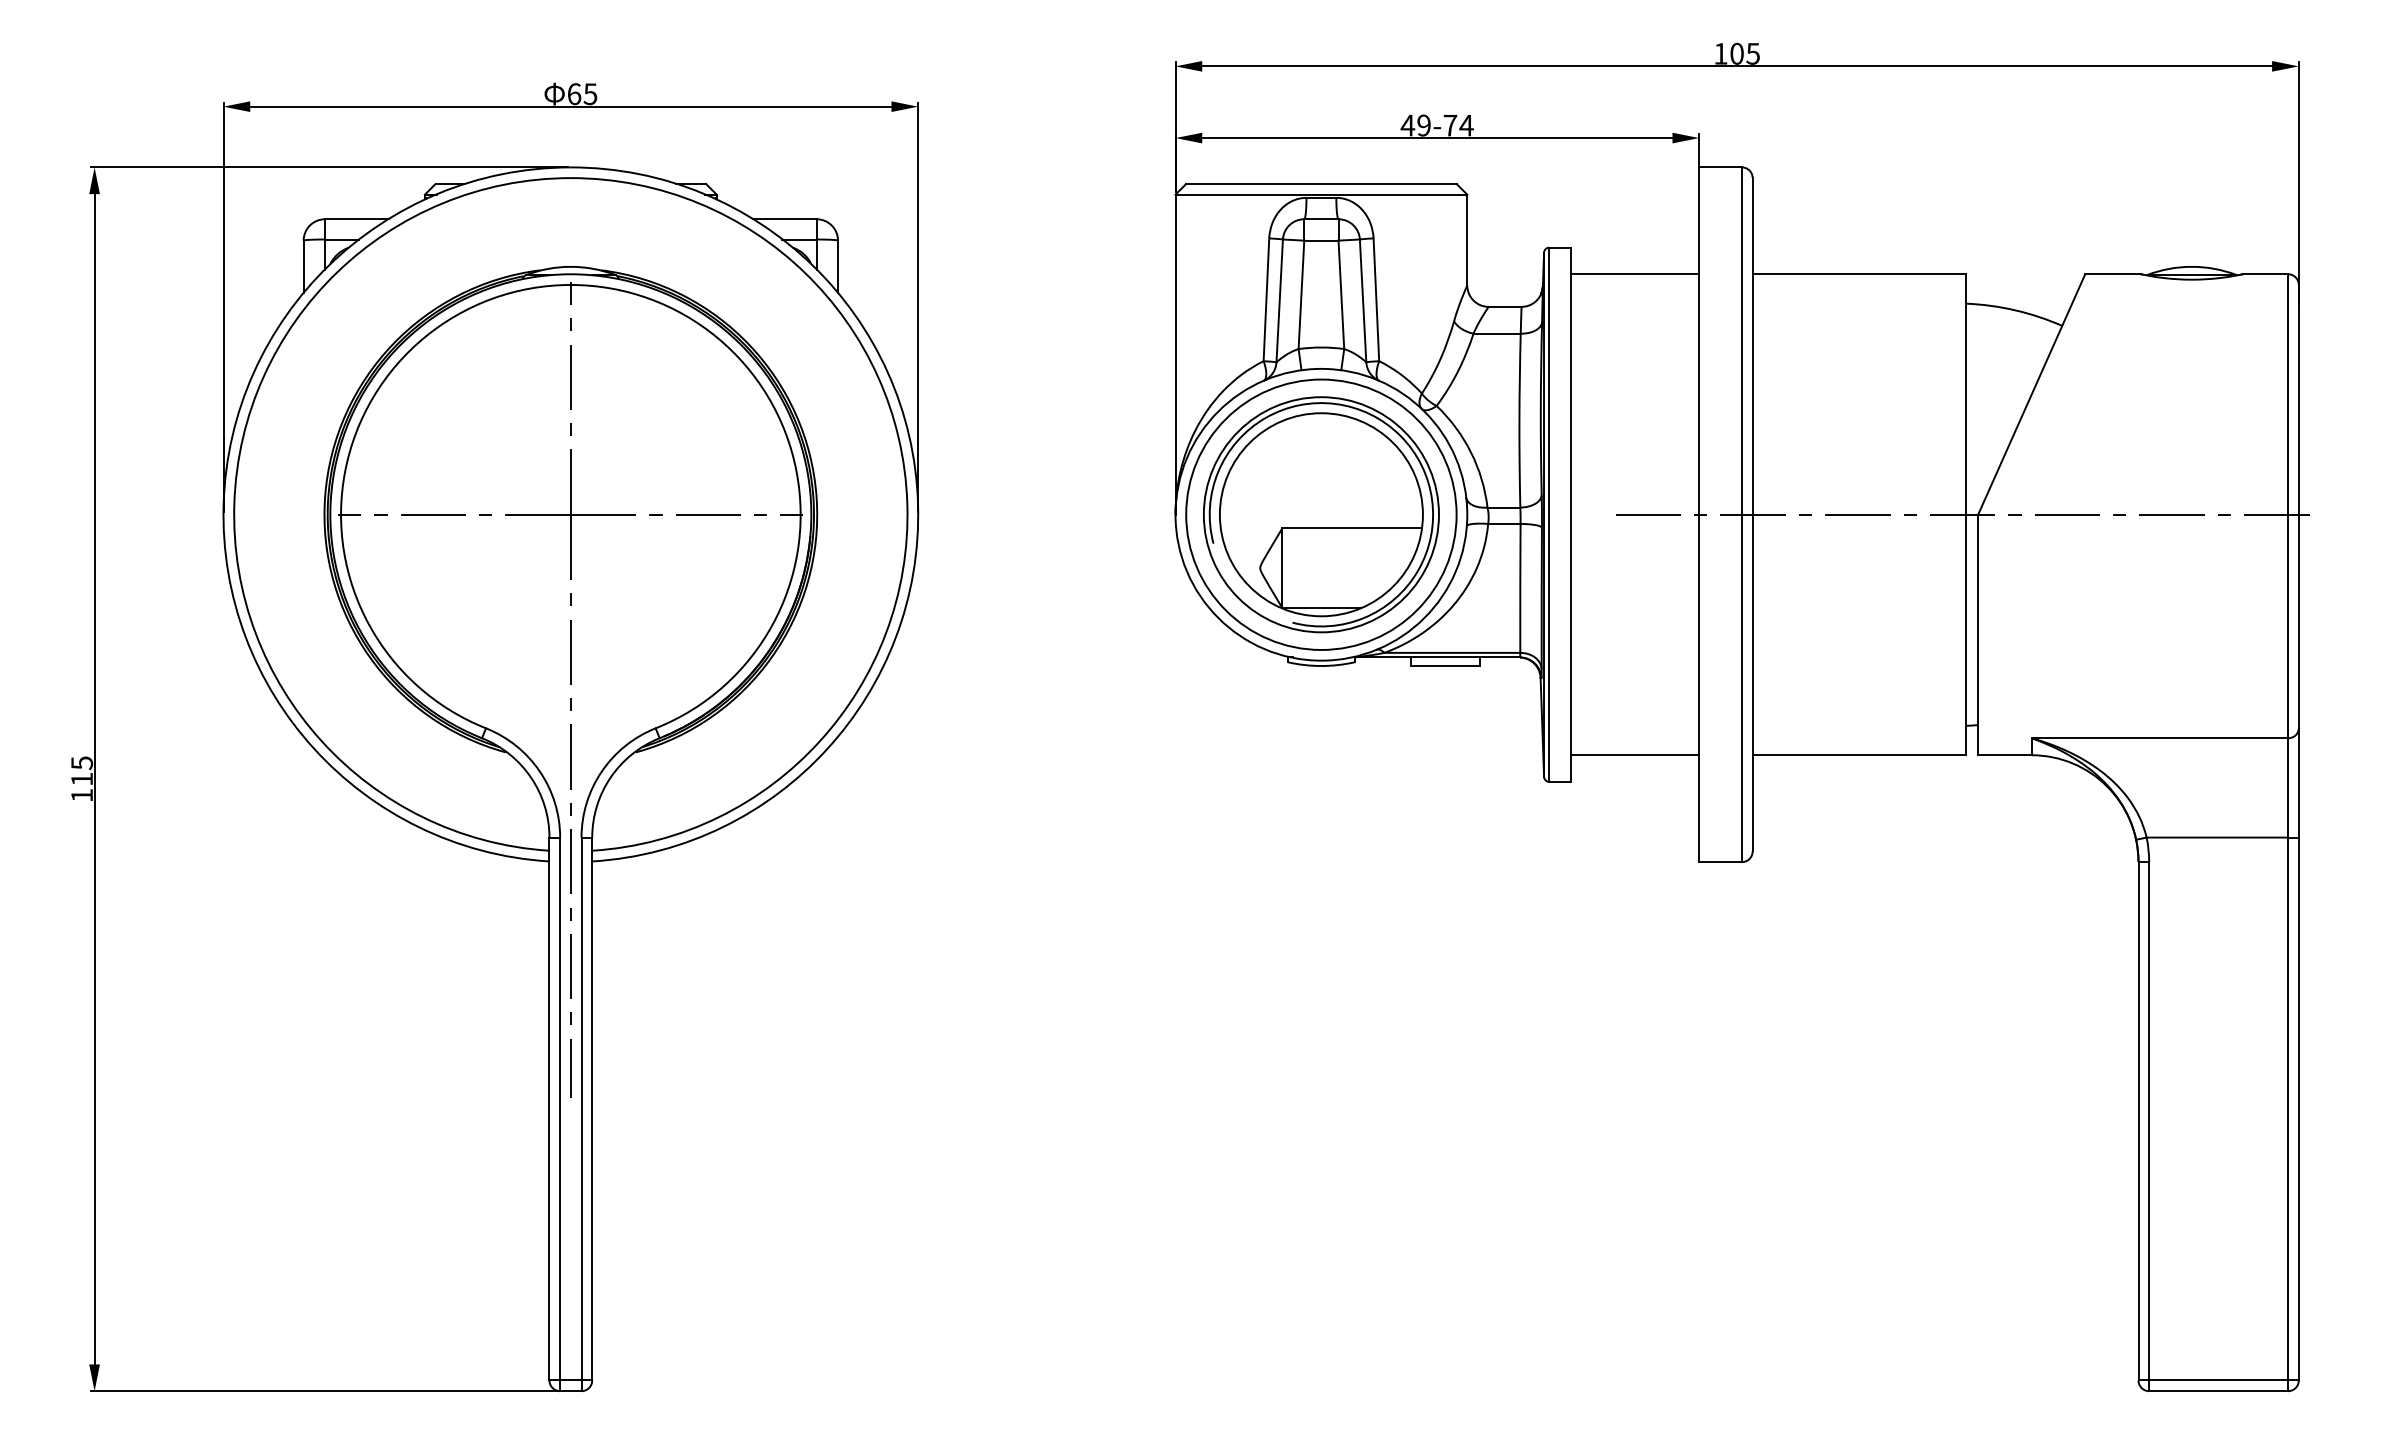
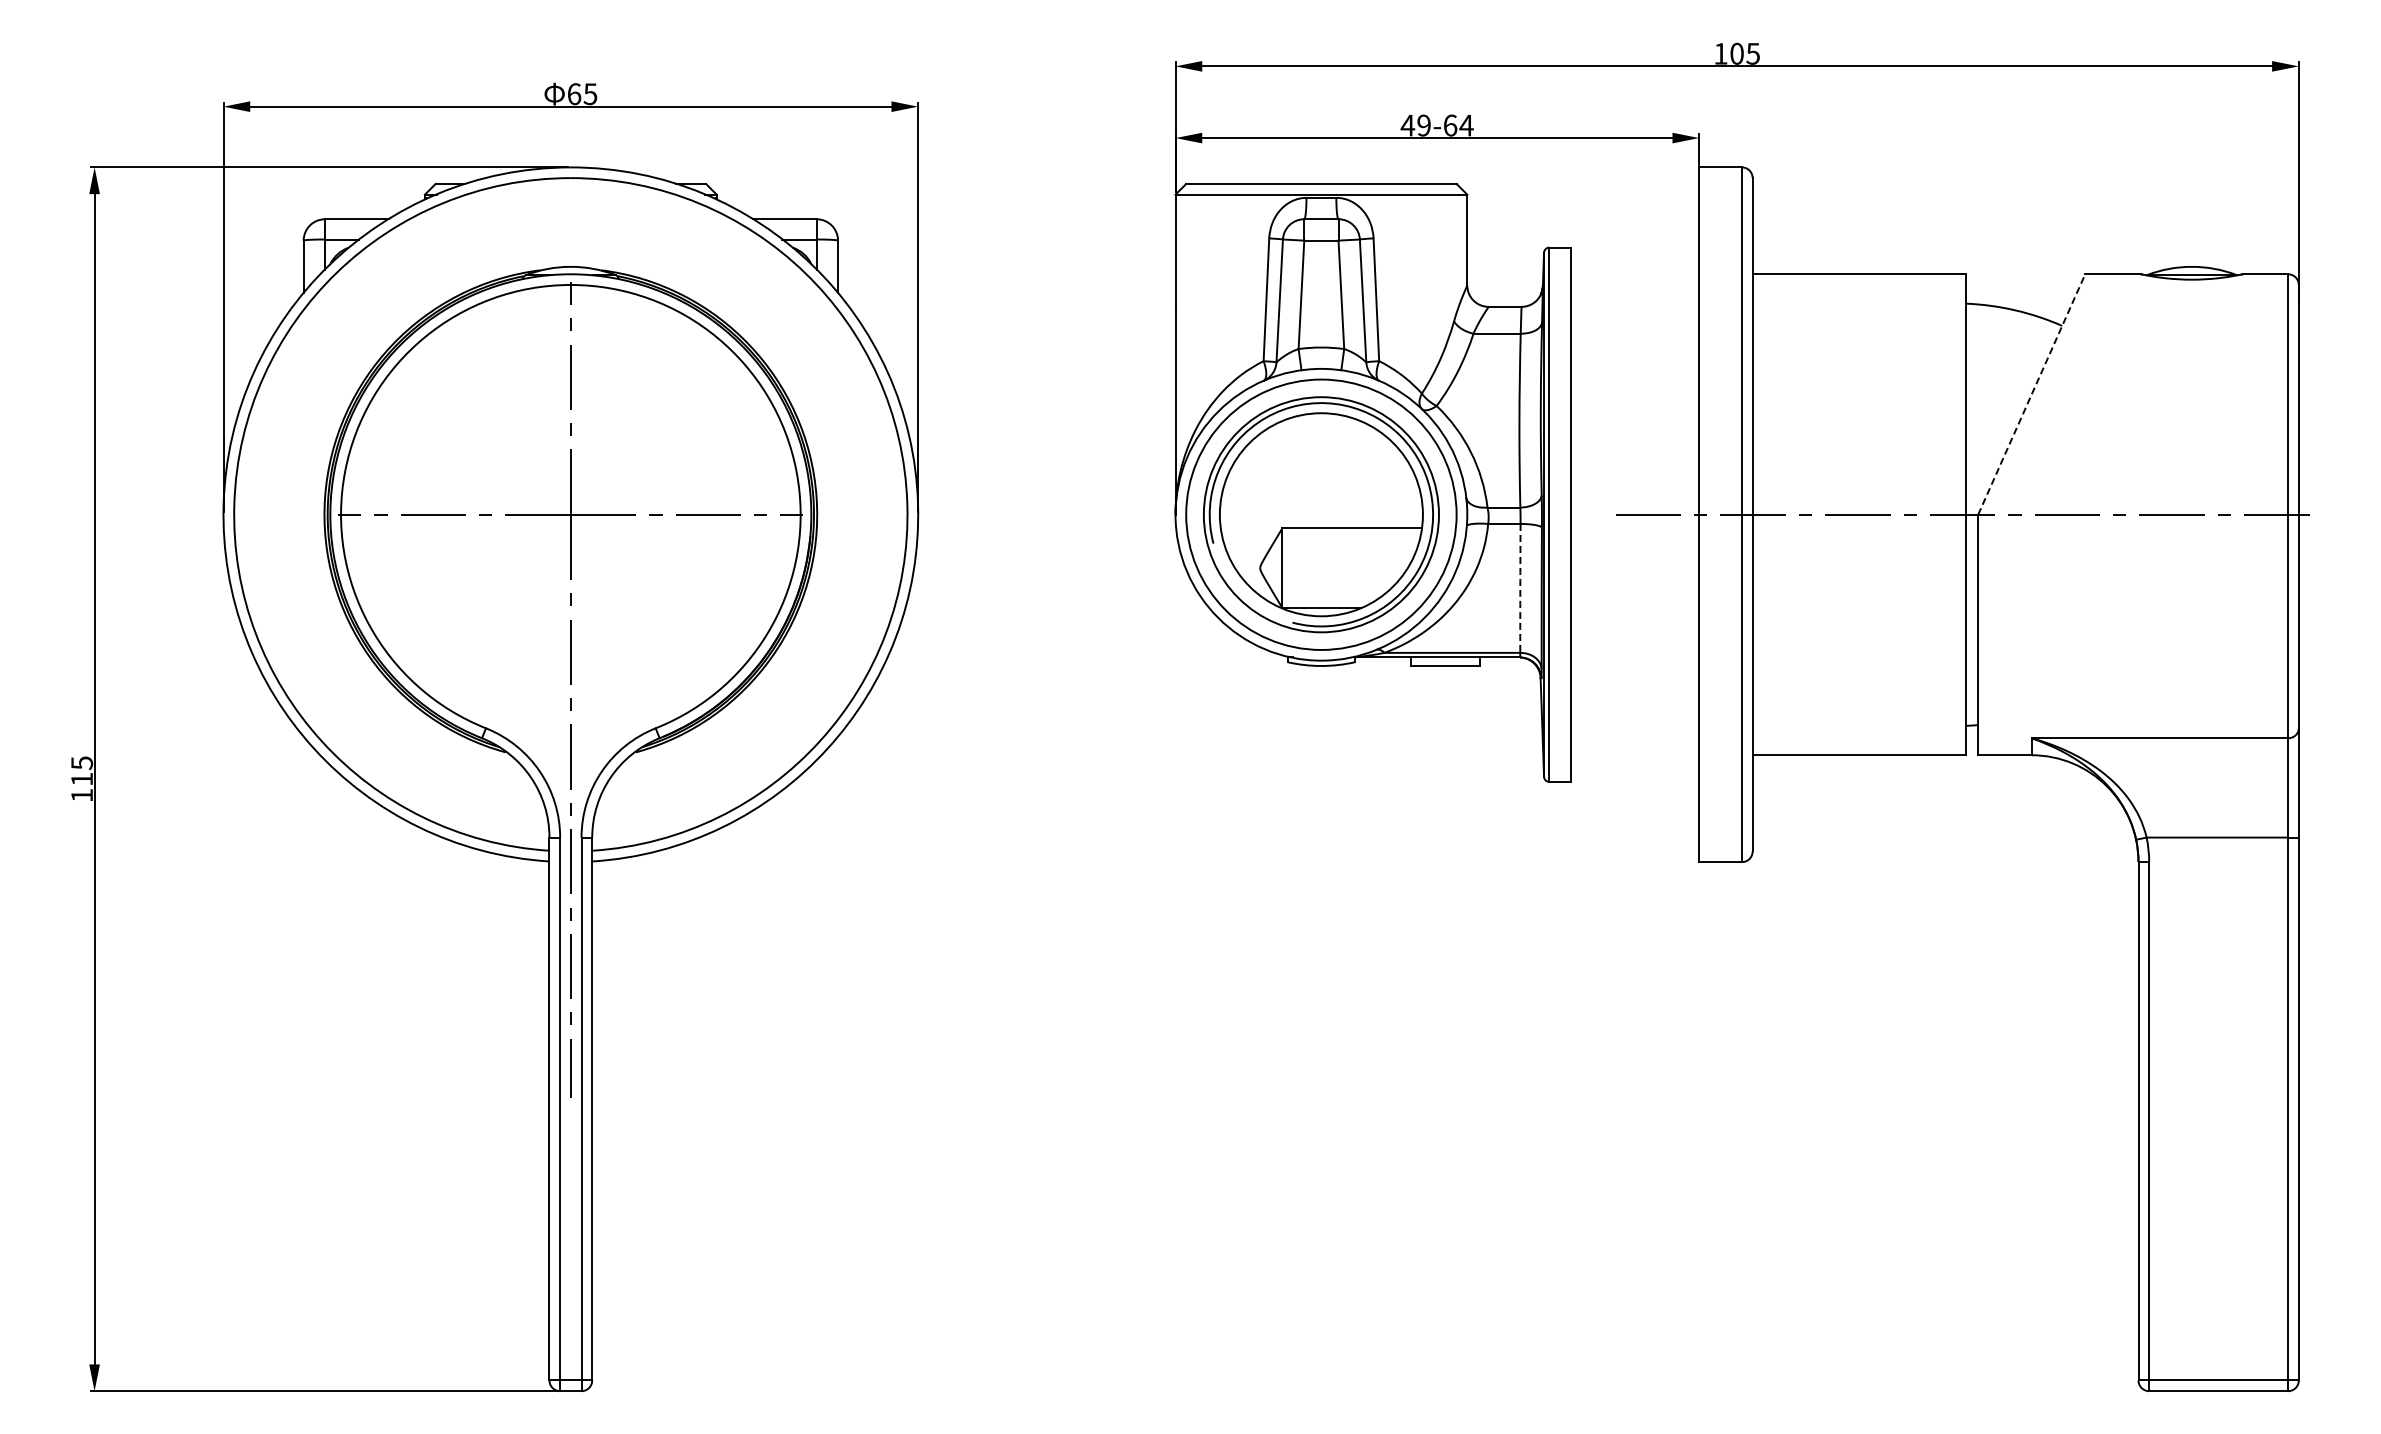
text at (1450, 125): 49-74 -> 49-64
line at (1634, 274): present -> none
line at (2031, 394): solid -> dashed
arc at (1520, 588): solid -> dashed
line at (1634, 755): present -> none
